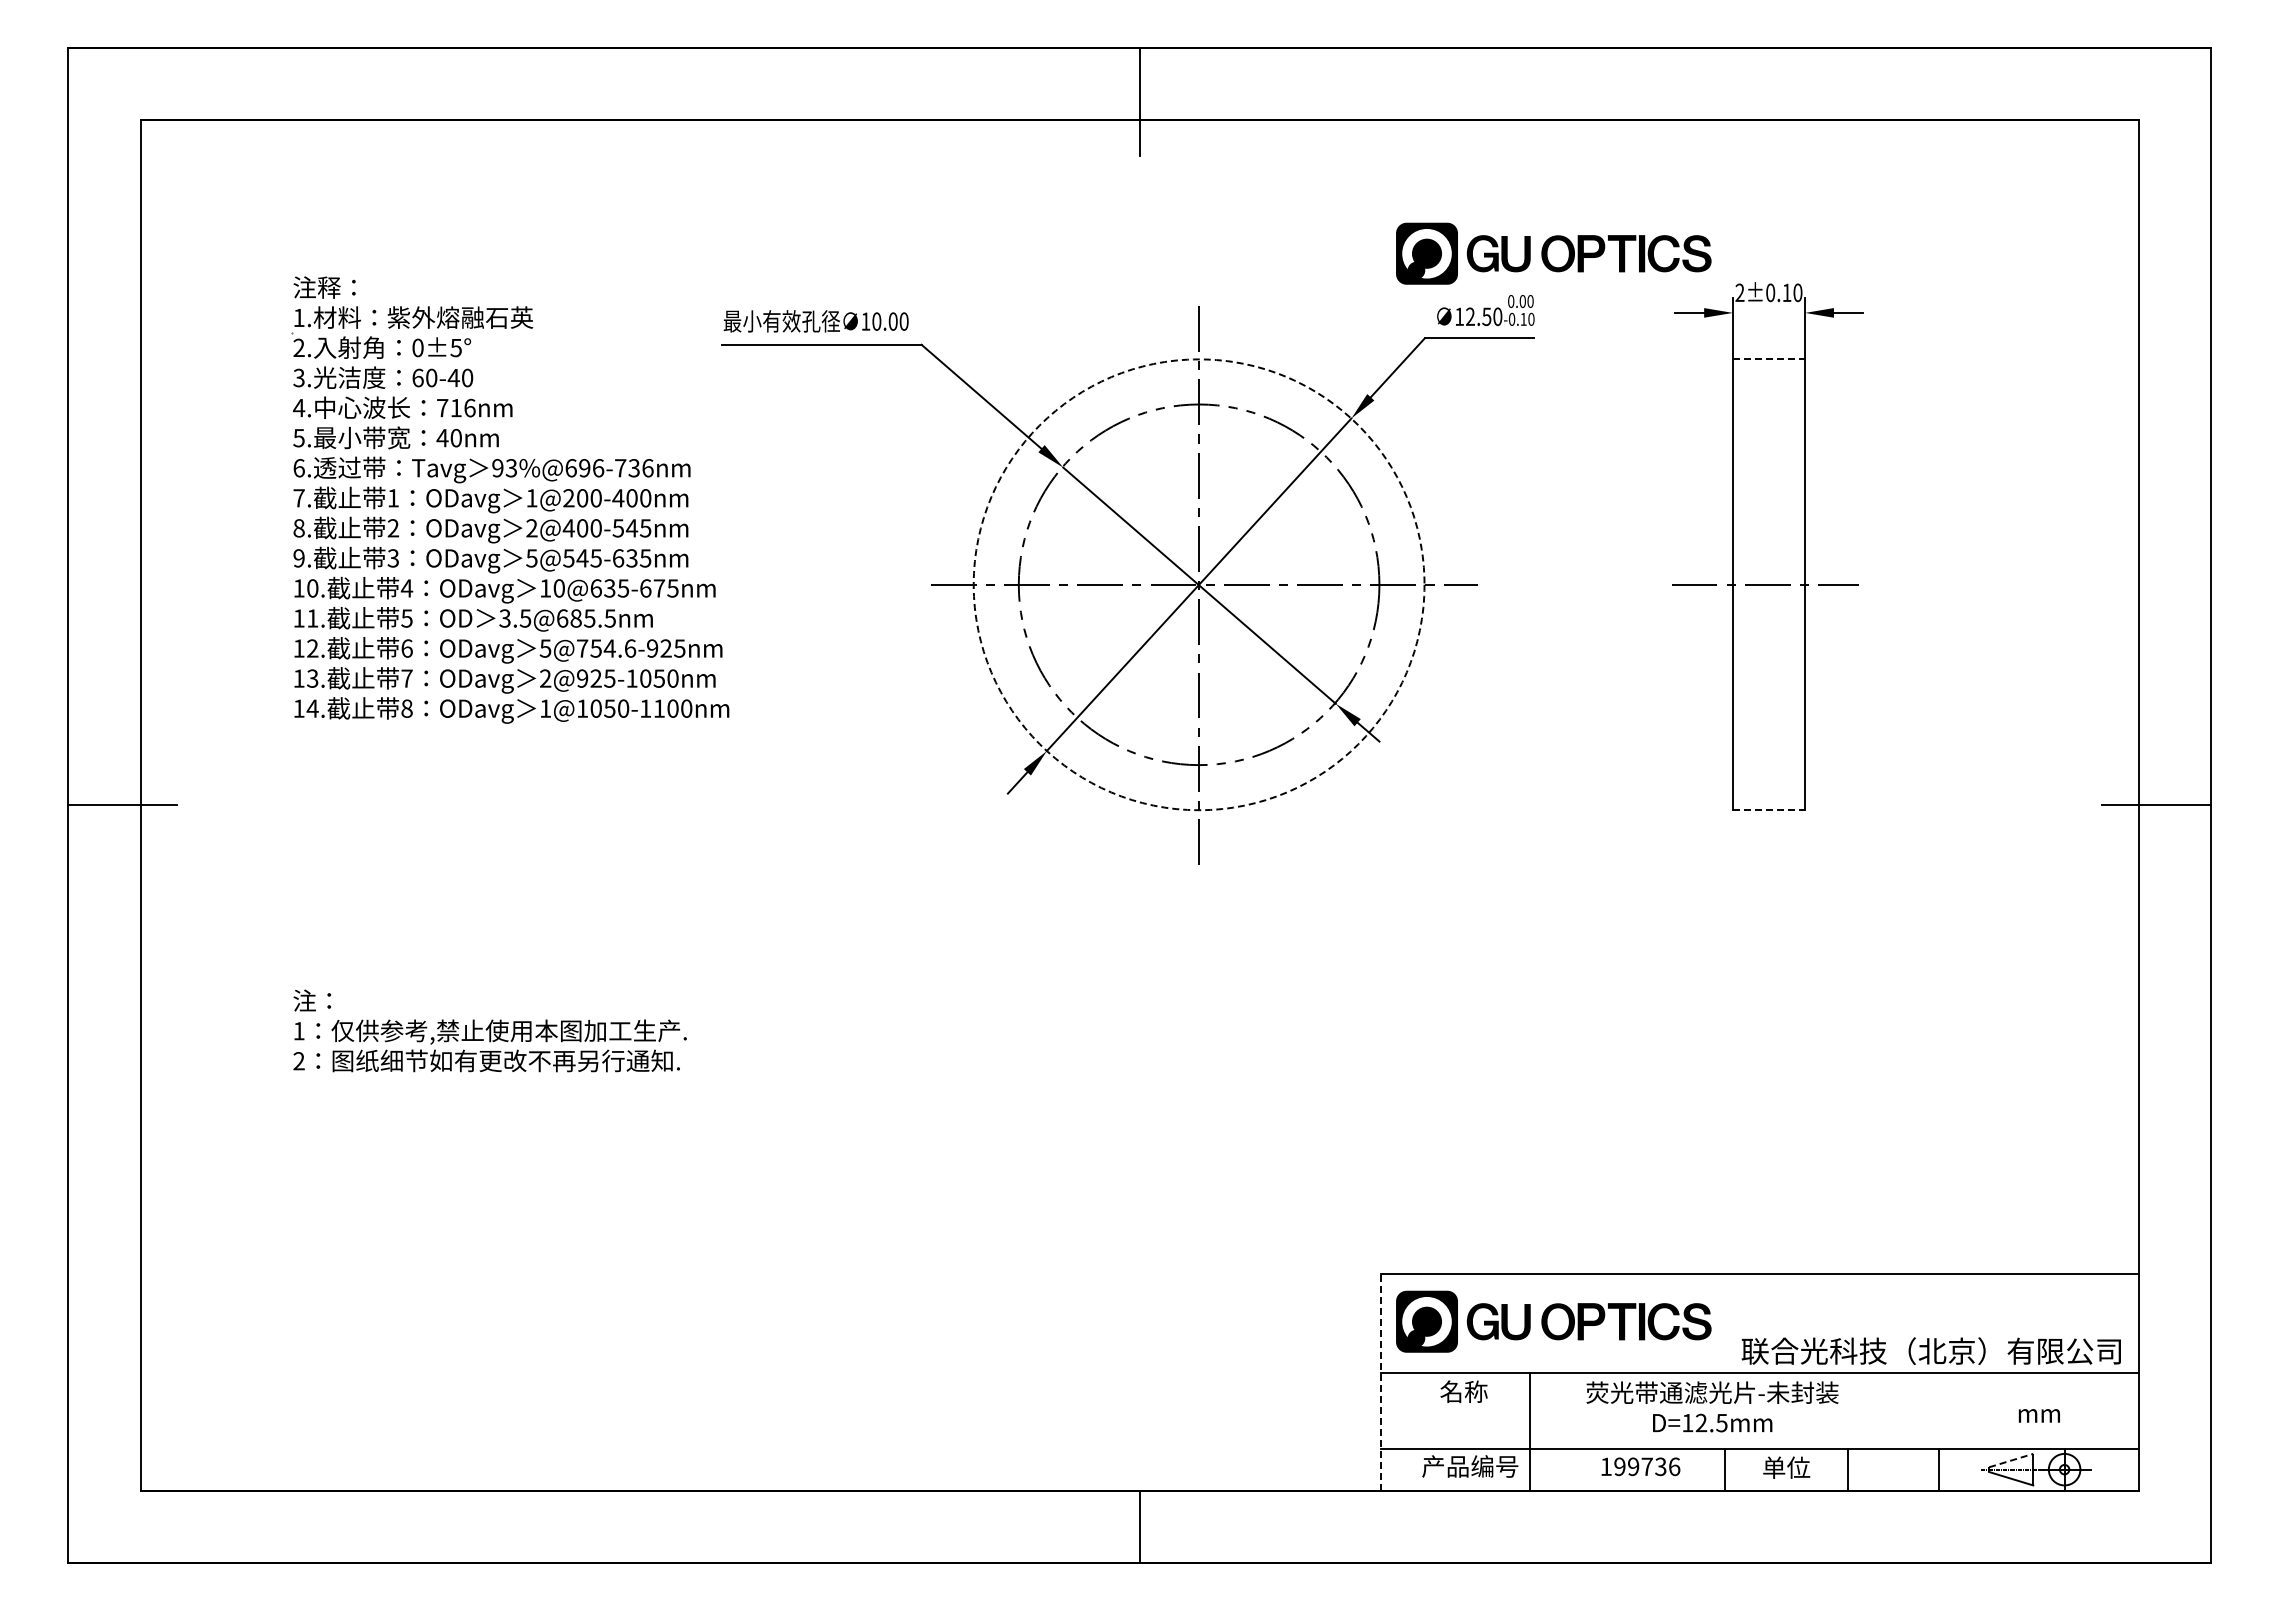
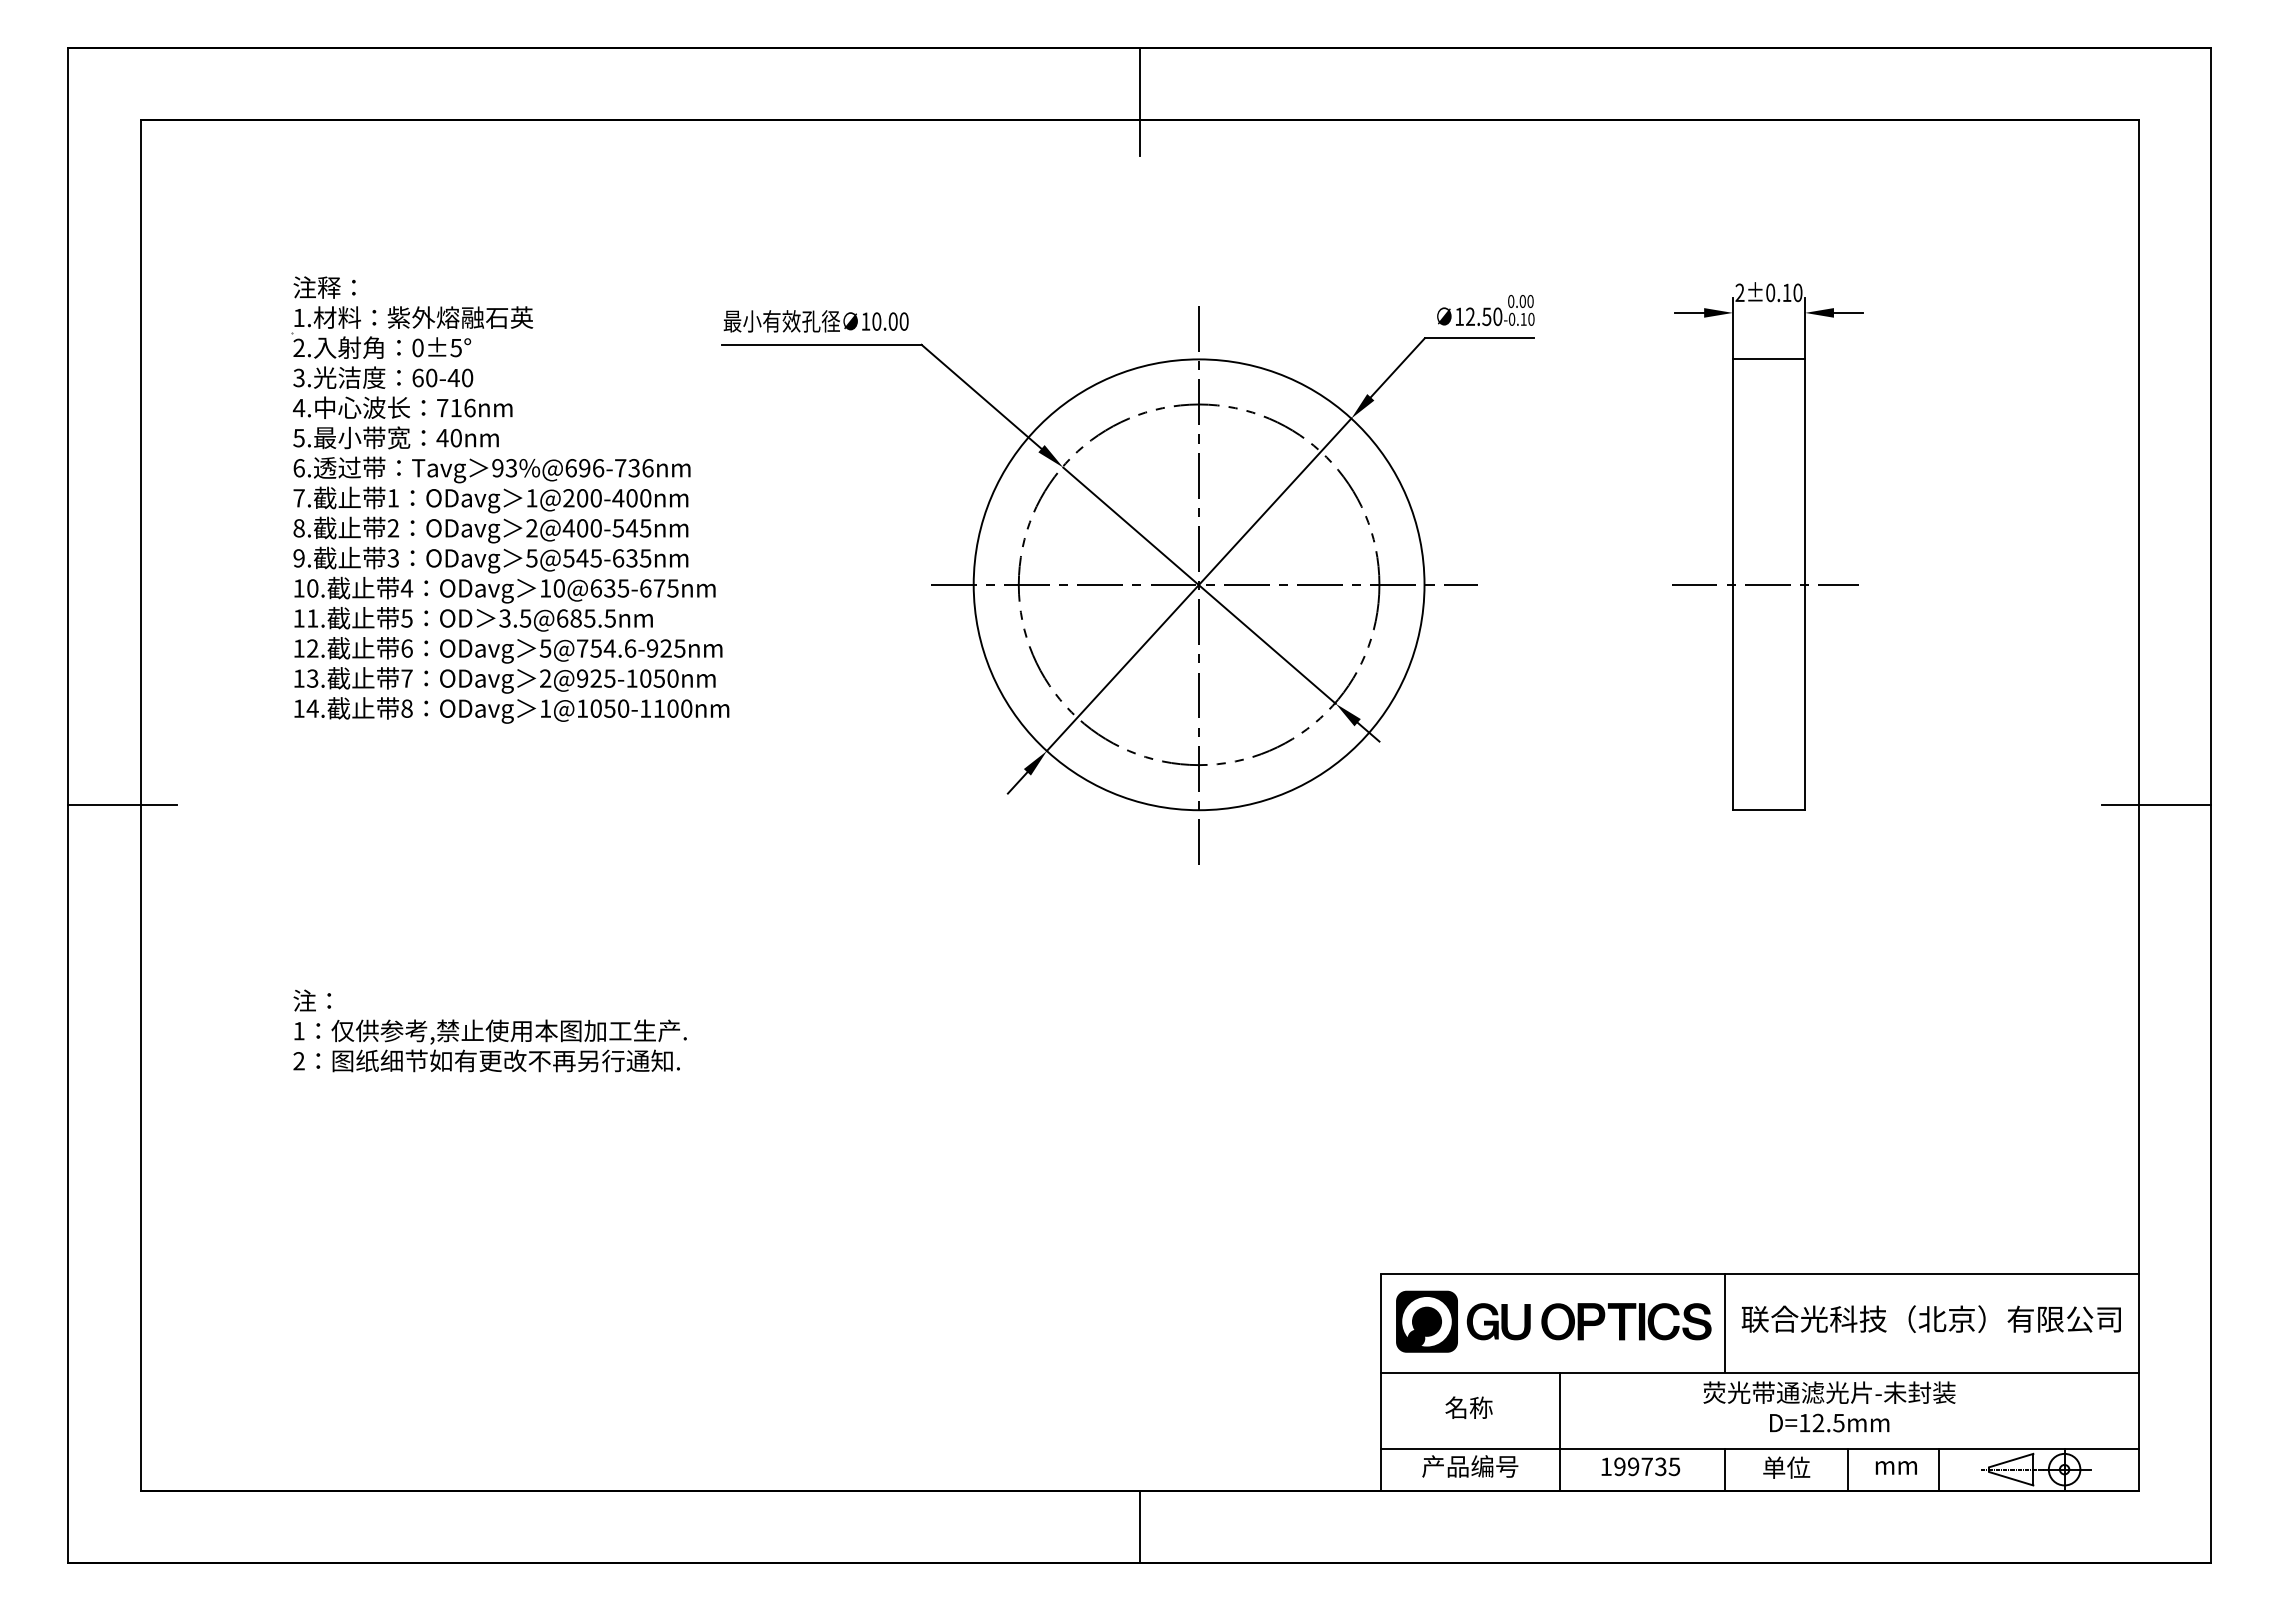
part at (1553, 253): present -> none
line at (1769, 359): dashed -> solid
circle at (1198, 584): dashed -> solid
line at (1769, 810): dashed -> solid
line at (1724, 1323): none -> present
text at (1930, 1350) position: (1930, 1350) -> (1930, 1318)
line at (1381, 1382): dashed -> solid
text at (1463, 1391) position: (1463, 1391) -> (1468, 1407)
text at (1712, 1406) position: (1712, 1406) -> (1829, 1406)
text at (2038, 1415) position: (2038, 1415) -> (1895, 1467)
line at (1529, 1431) position: (1529, 1431) -> (1559, 1431)
line at (2011, 1460): dashed -> solid
text at (1674, 1466): 199736 -> 199735
